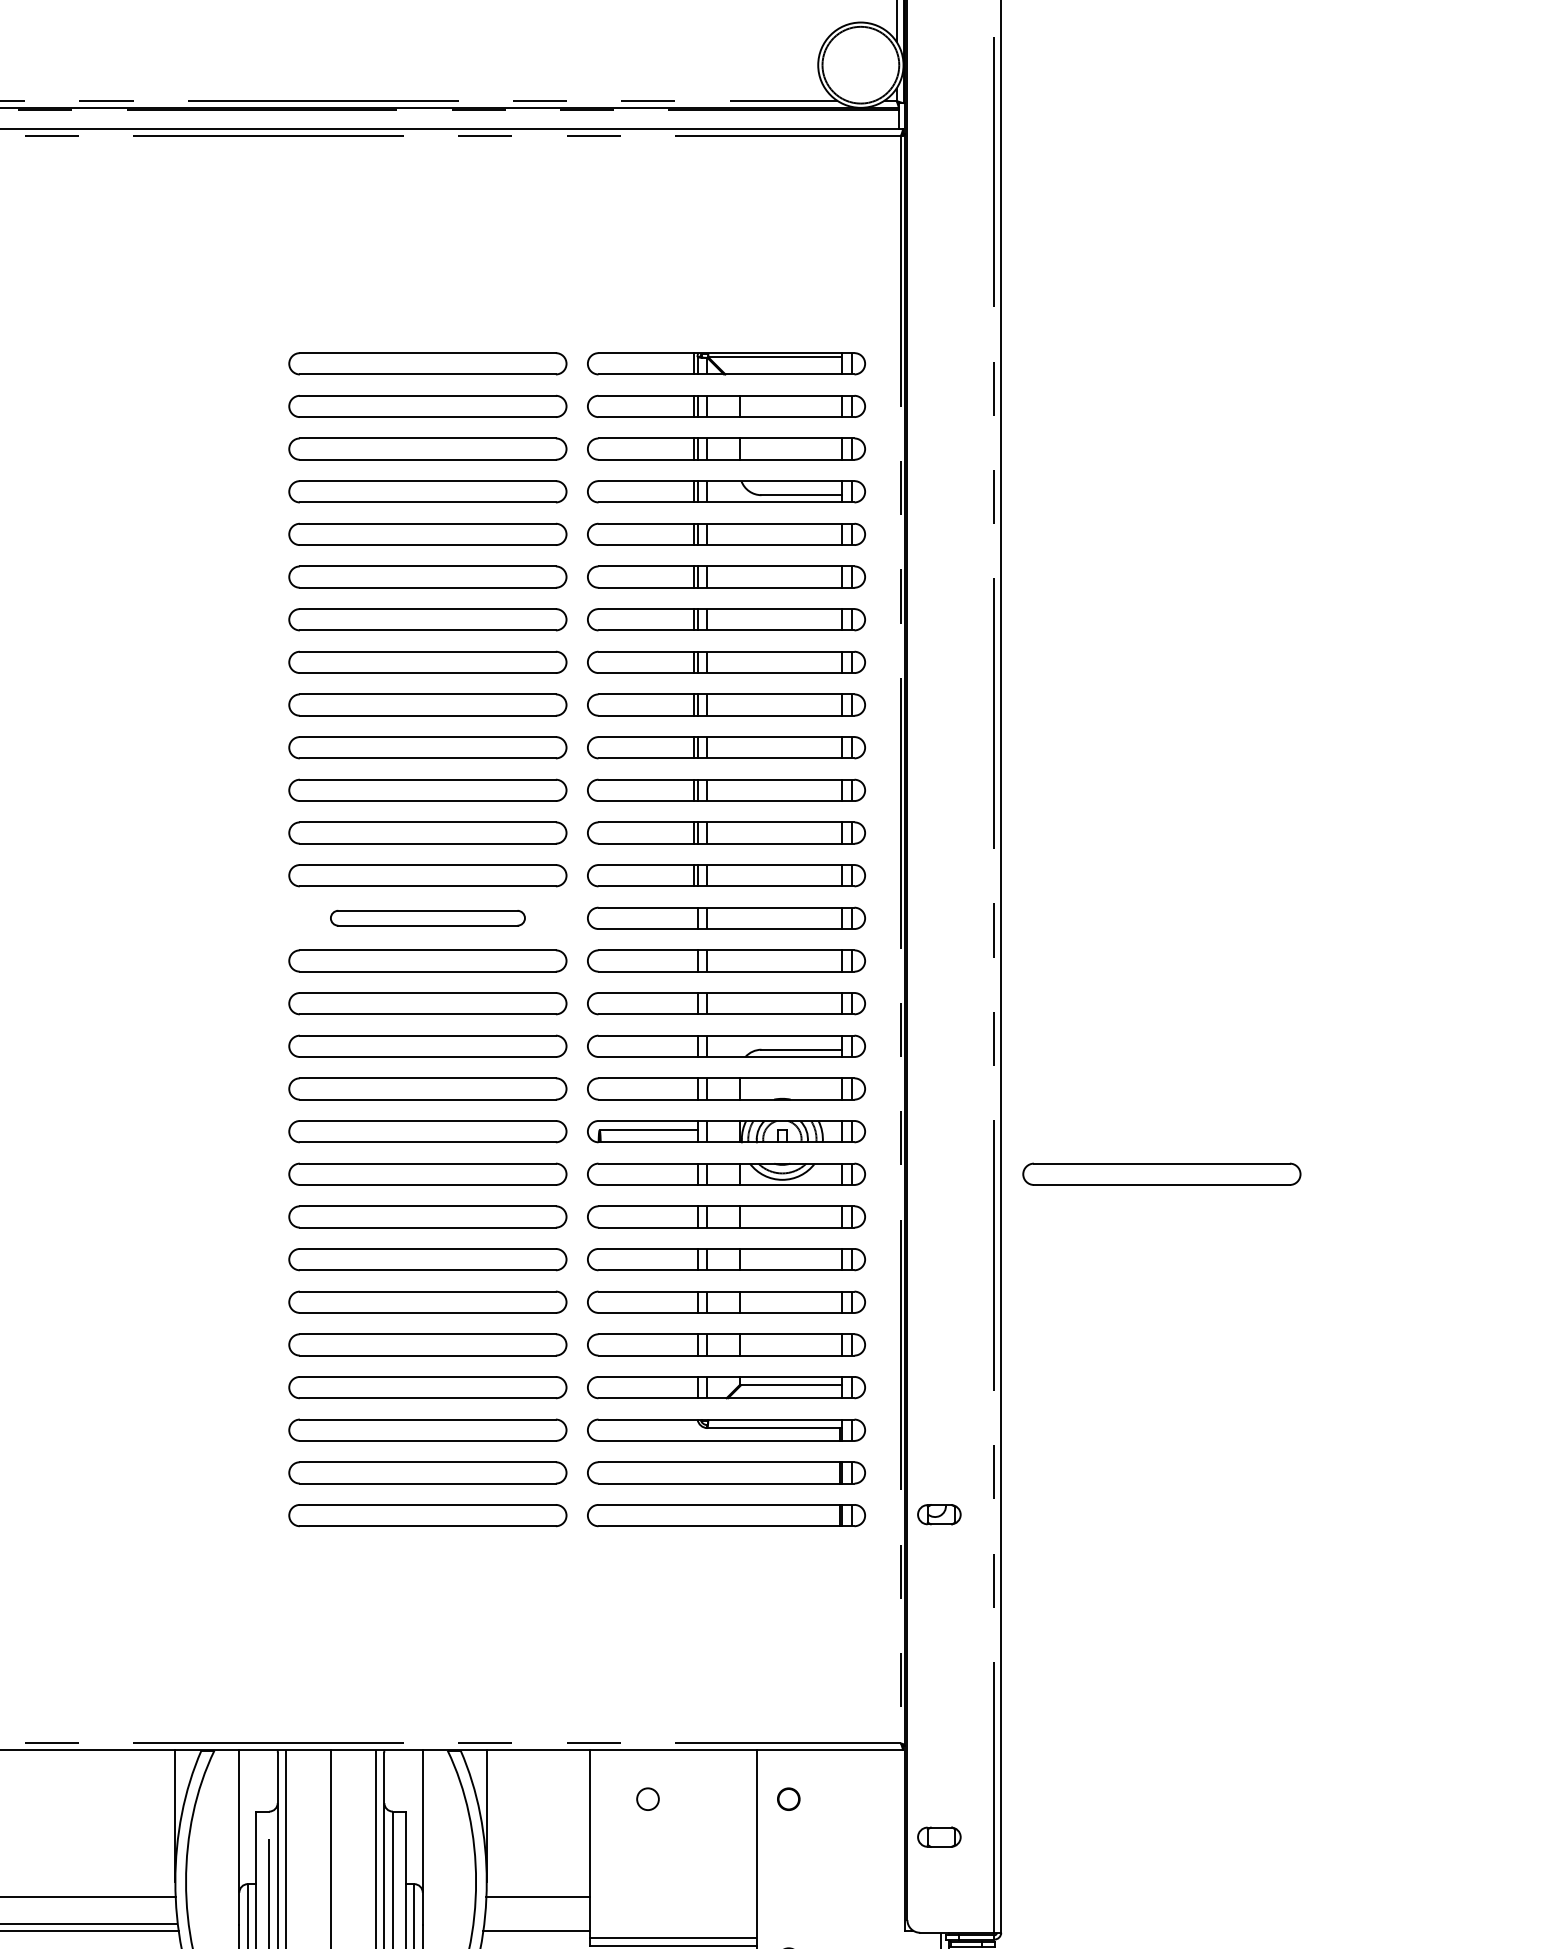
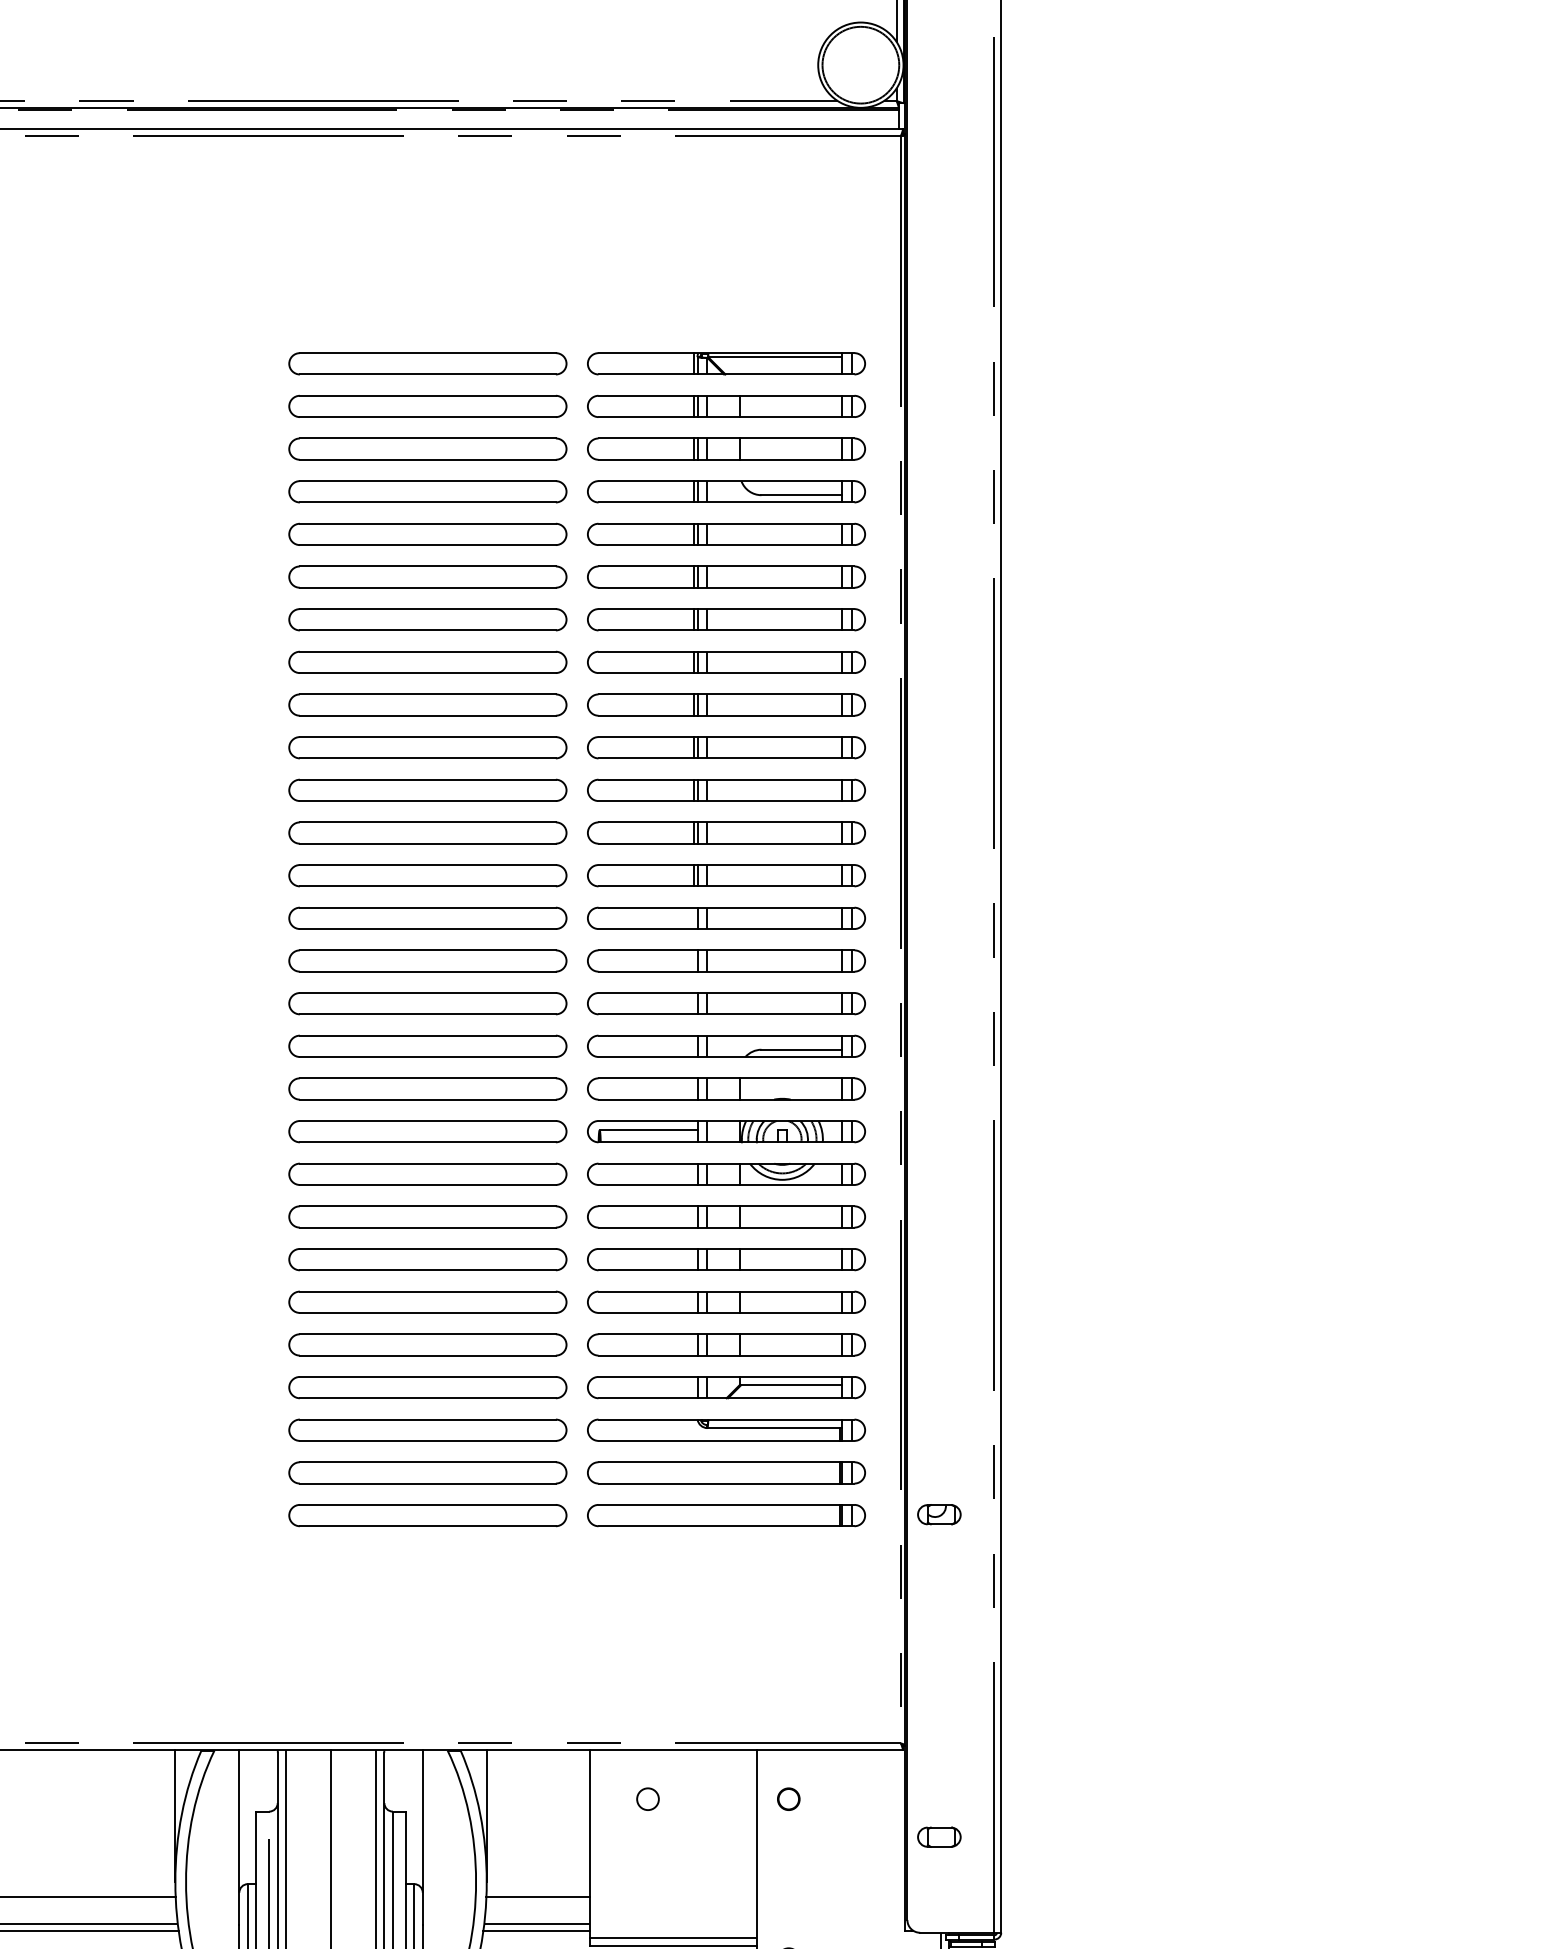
part at (427, 918) size: 196x17 px -> 280x24 px
part at (1161, 1173): present -> none
line at (537, 1923): none -> present
